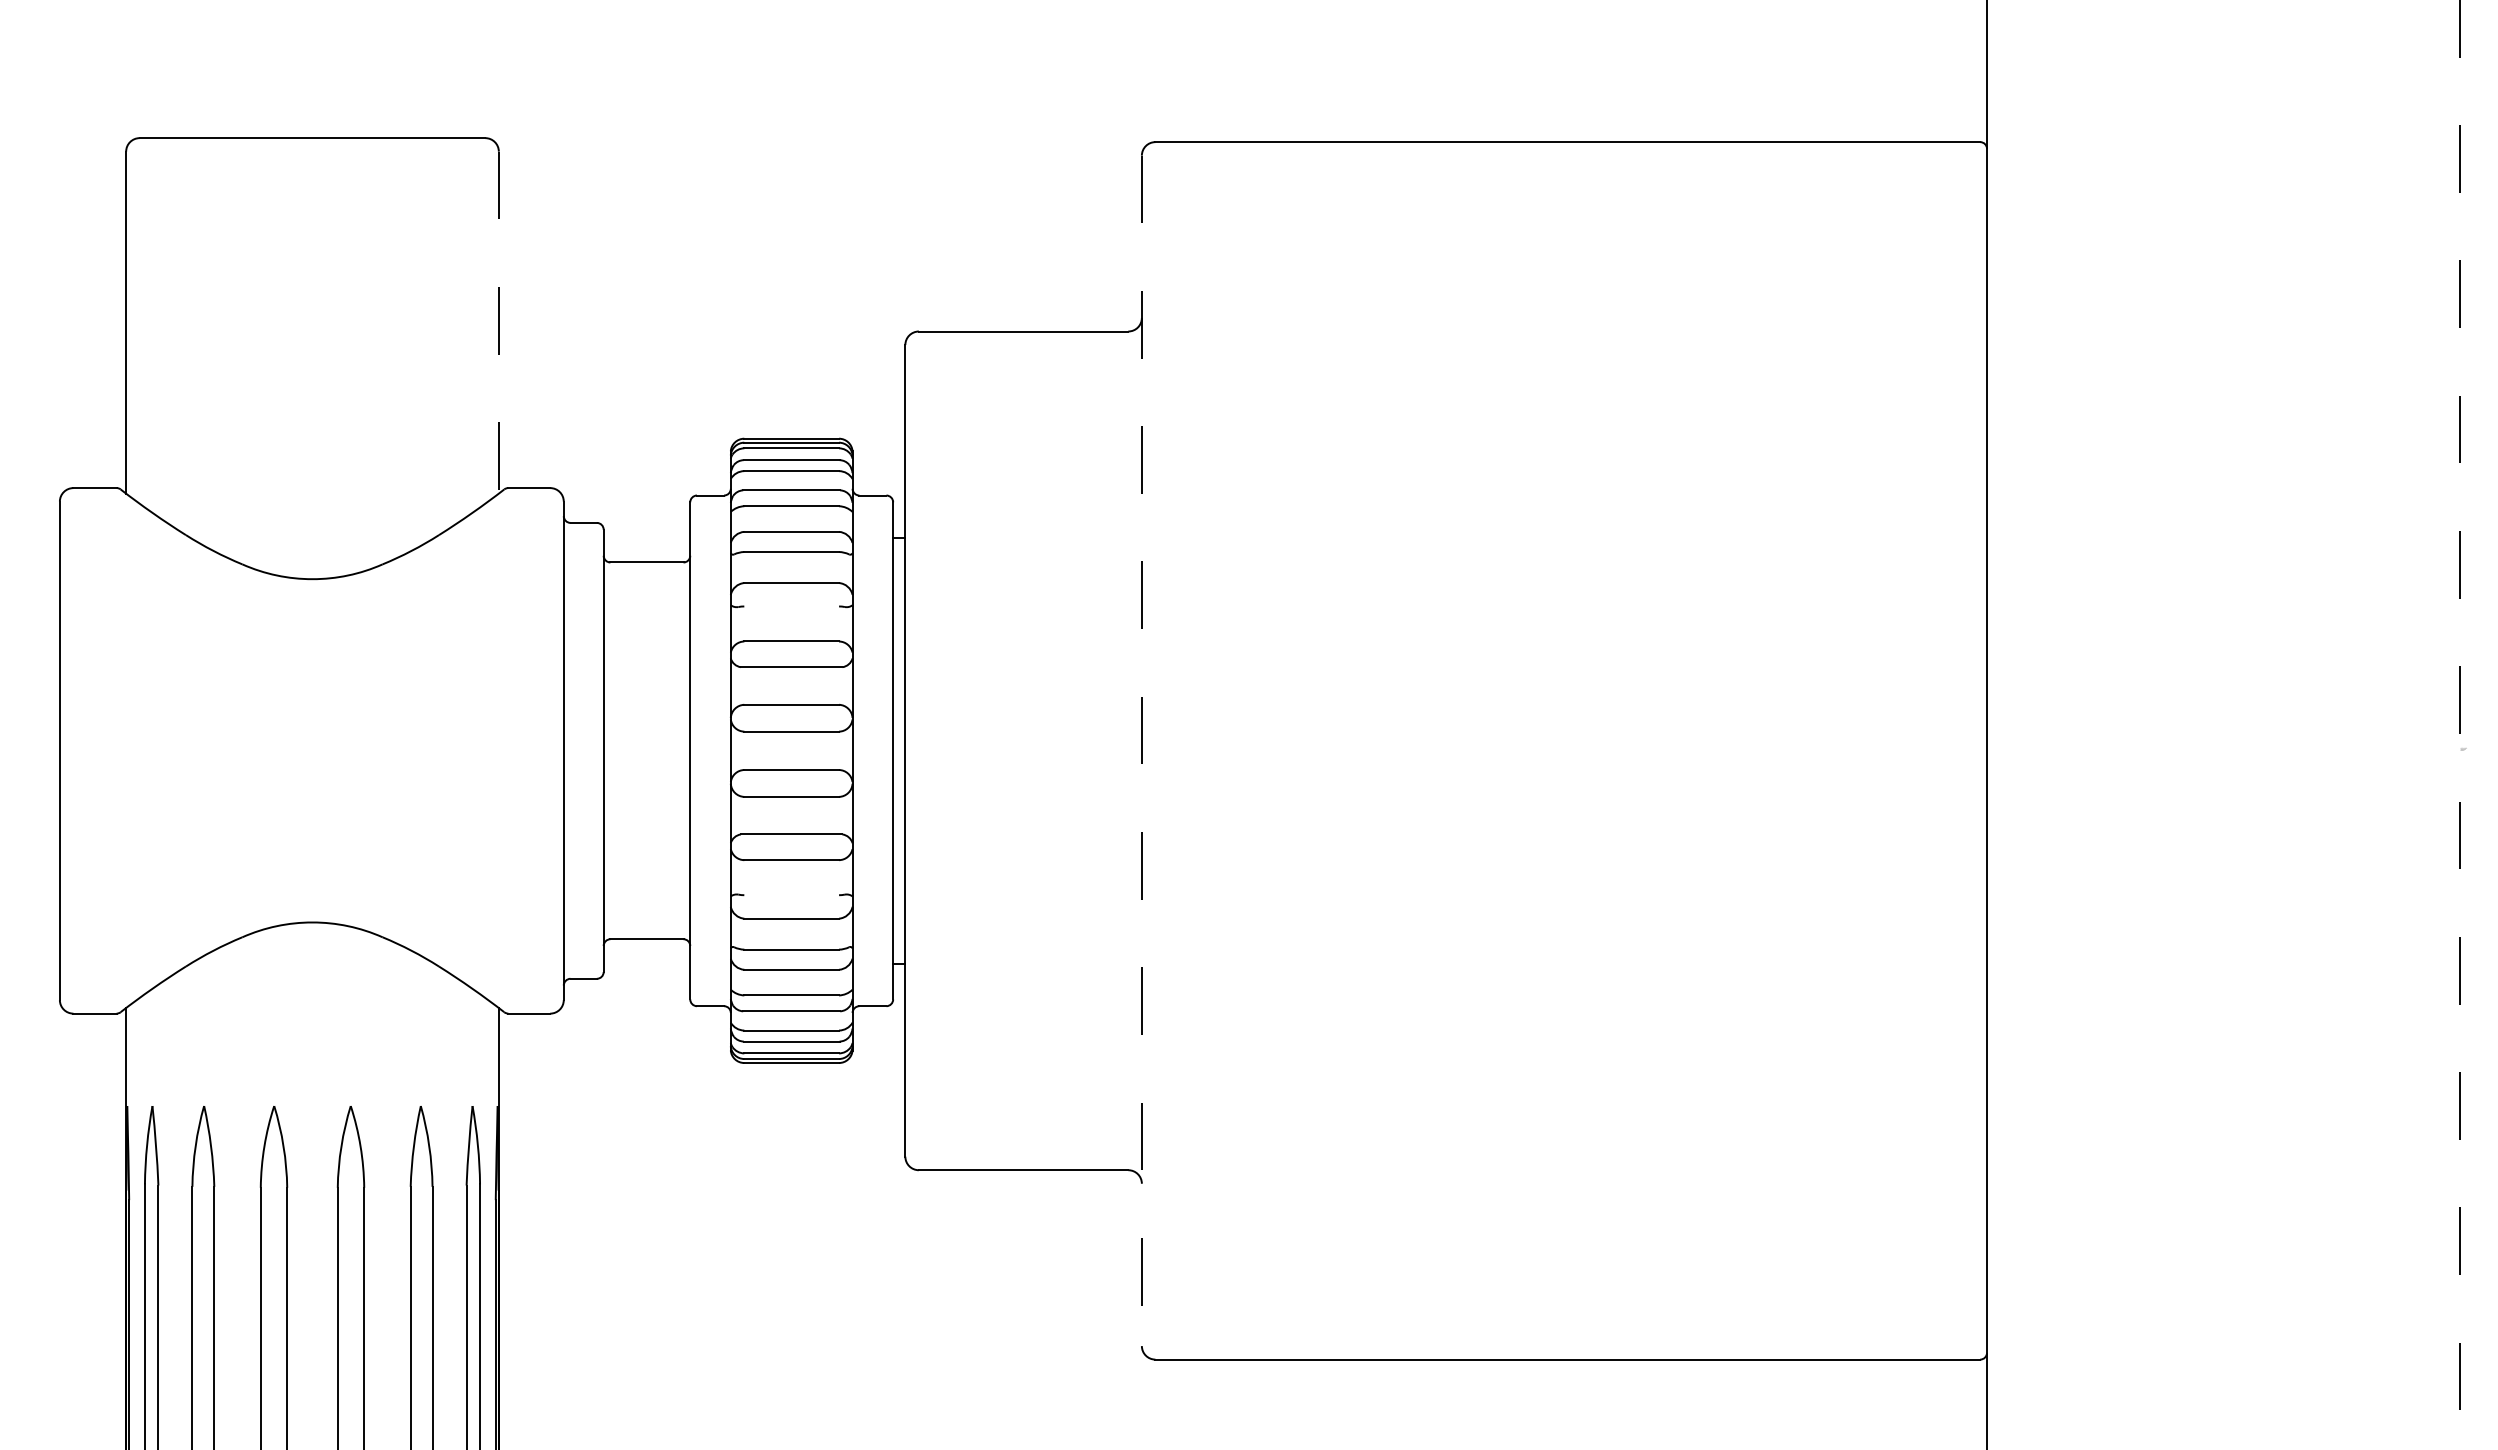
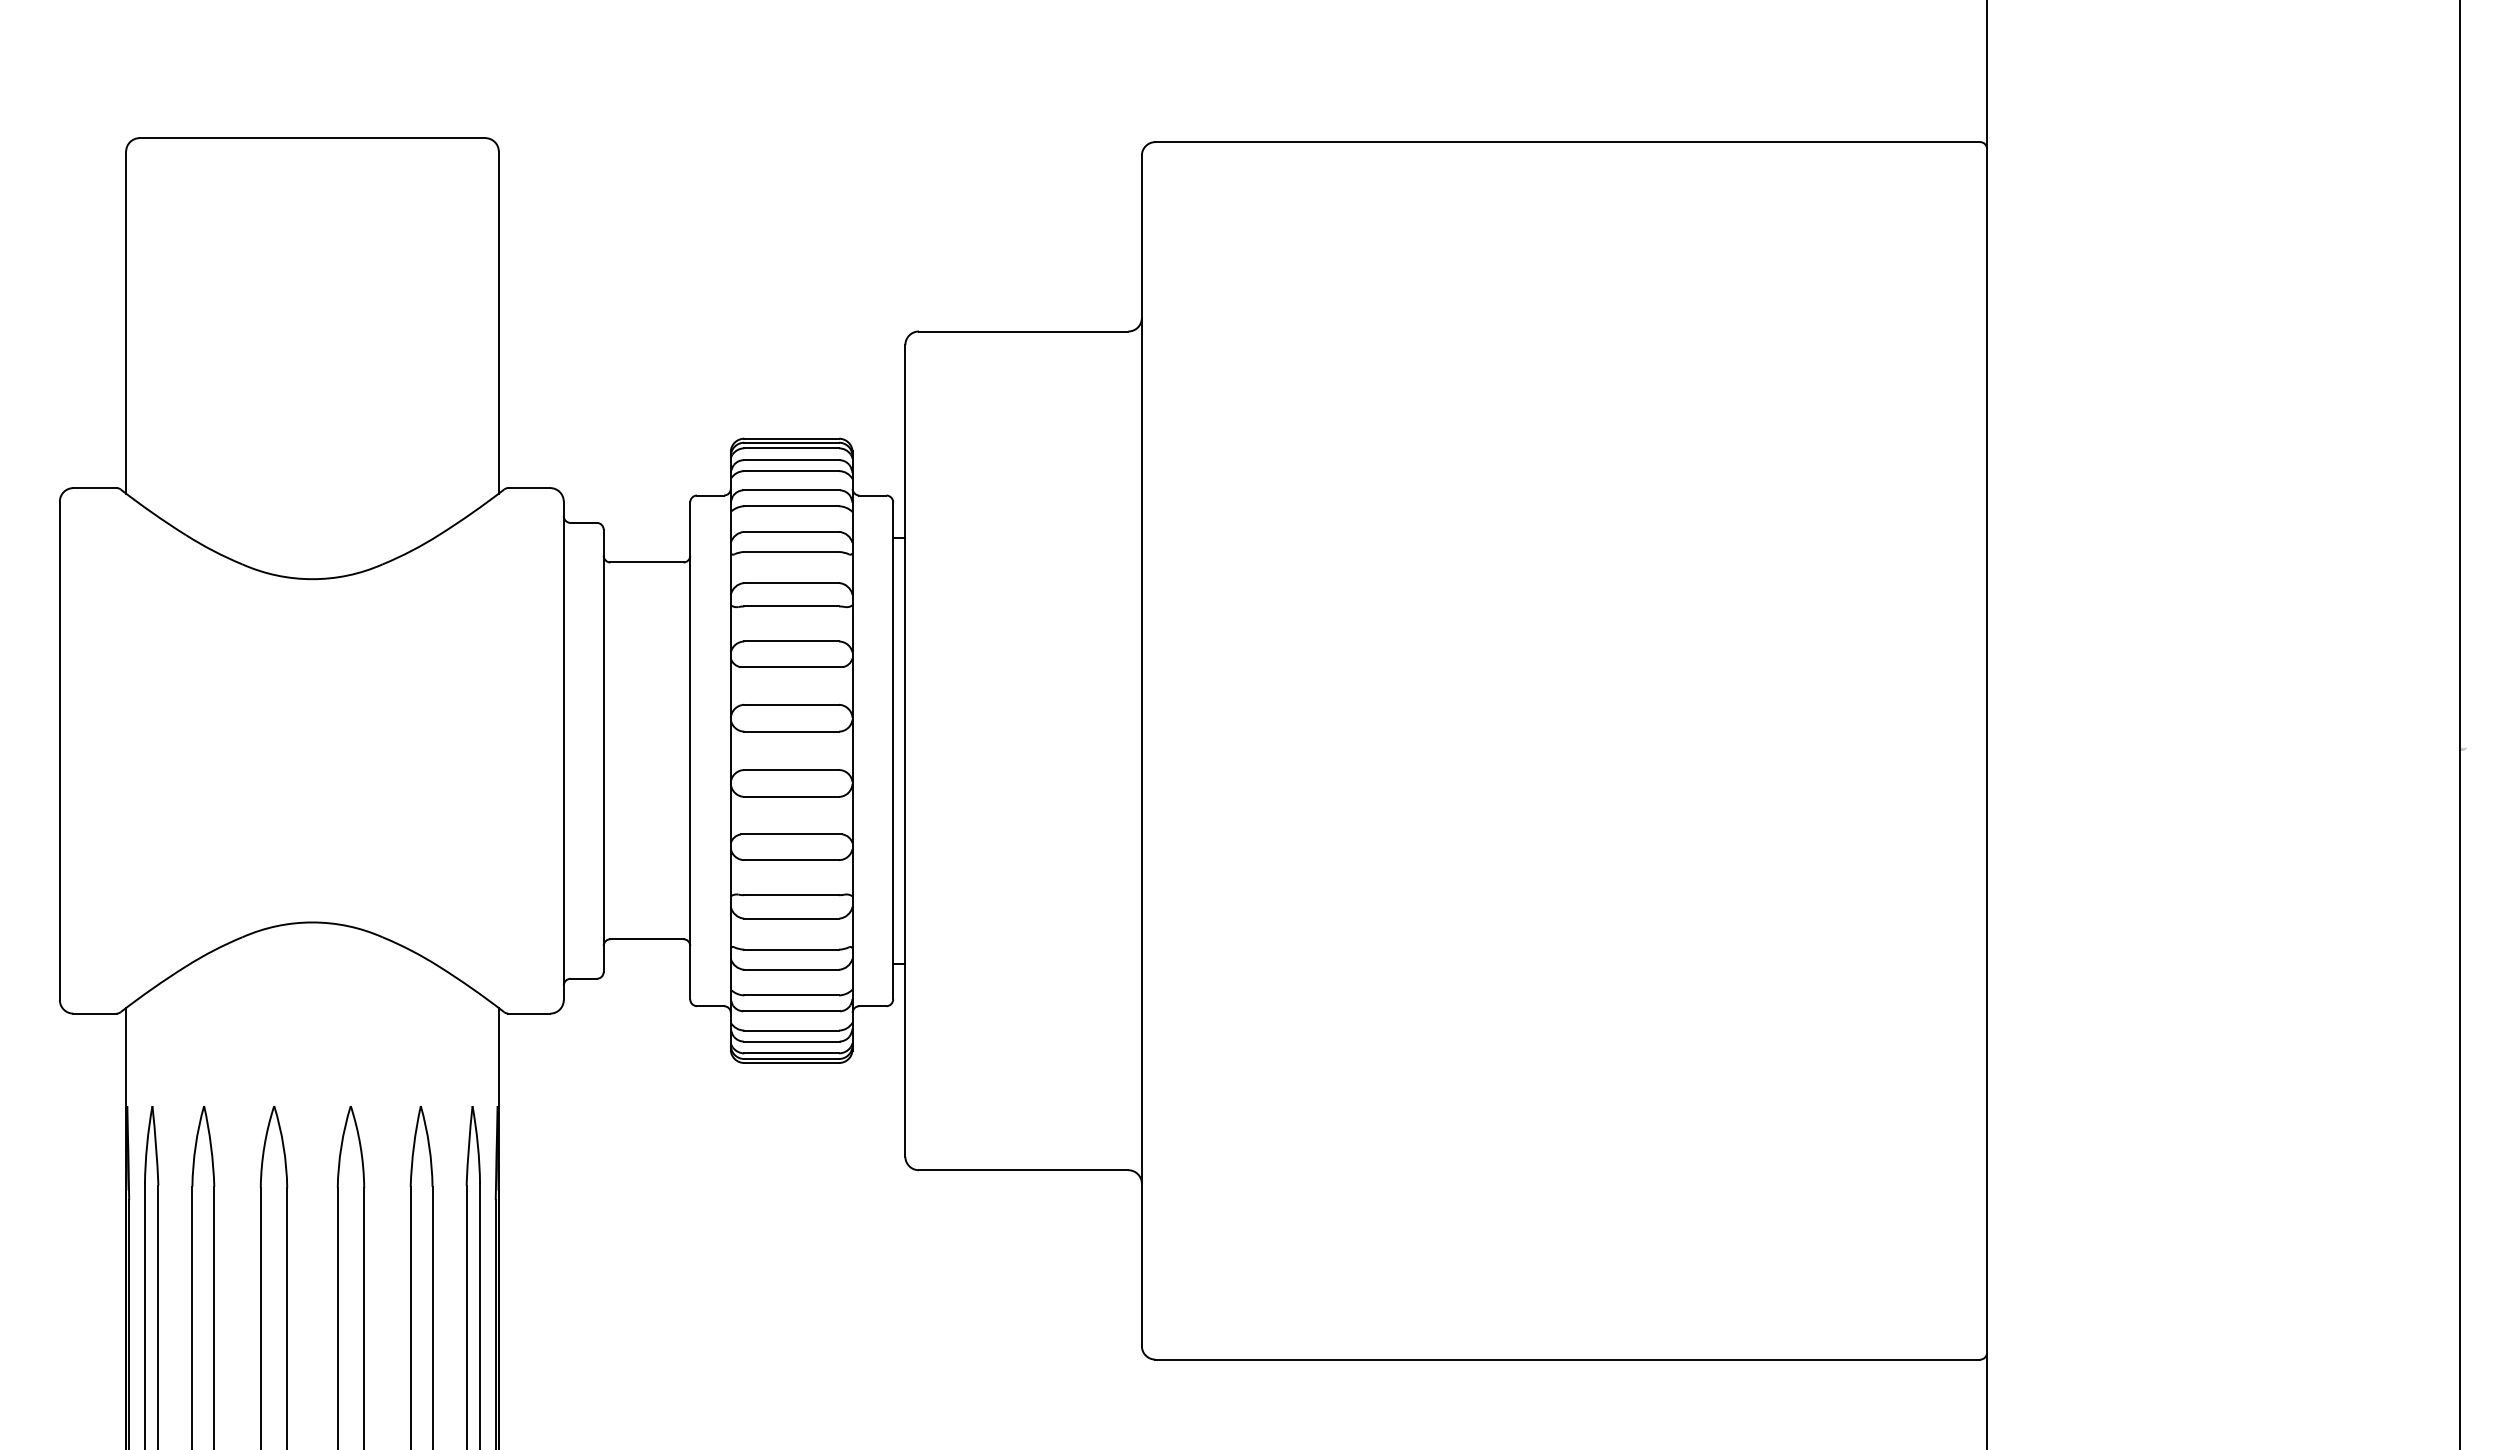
line at (498, 322): dashed -> solid
line at (791, 606): none -> present
line at (2460, 725): dashed -> solid
line at (1141, 751): dashed -> solid
line at (791, 895): none -> present
